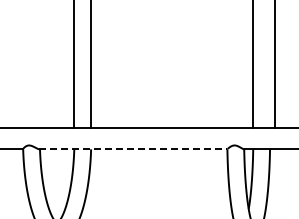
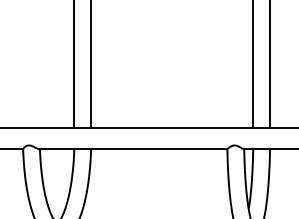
line at (275, 65) position: (275, 65) -> (270, 65)
line at (133, 149): dashed -> solid
